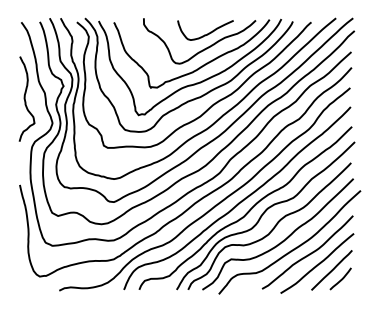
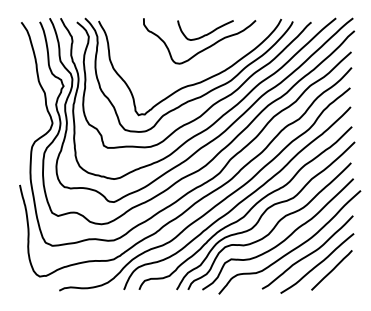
curve at (201, 65): present -> none
curve at (25, 98): present -> none
curve at (341, 278): present -> none
